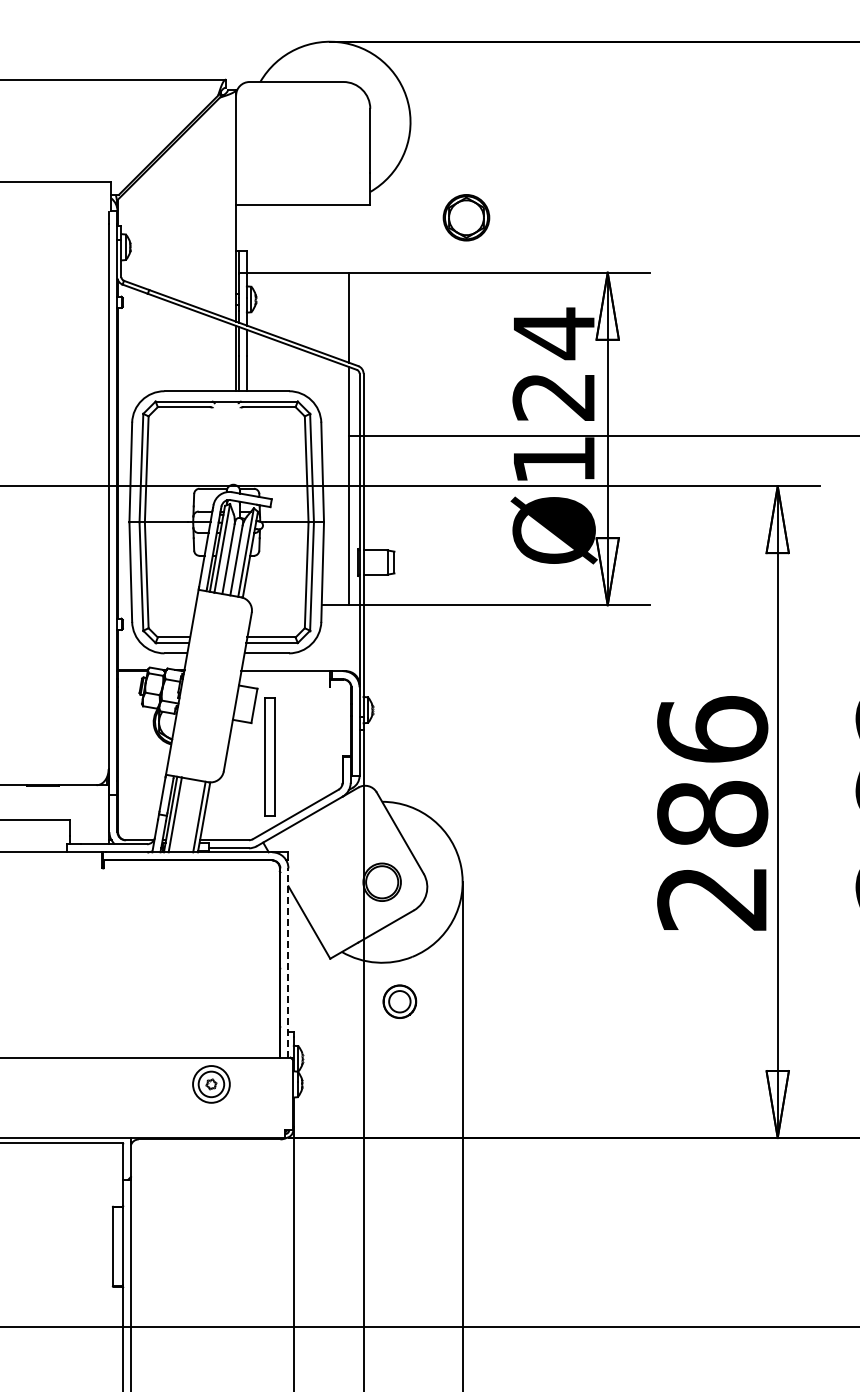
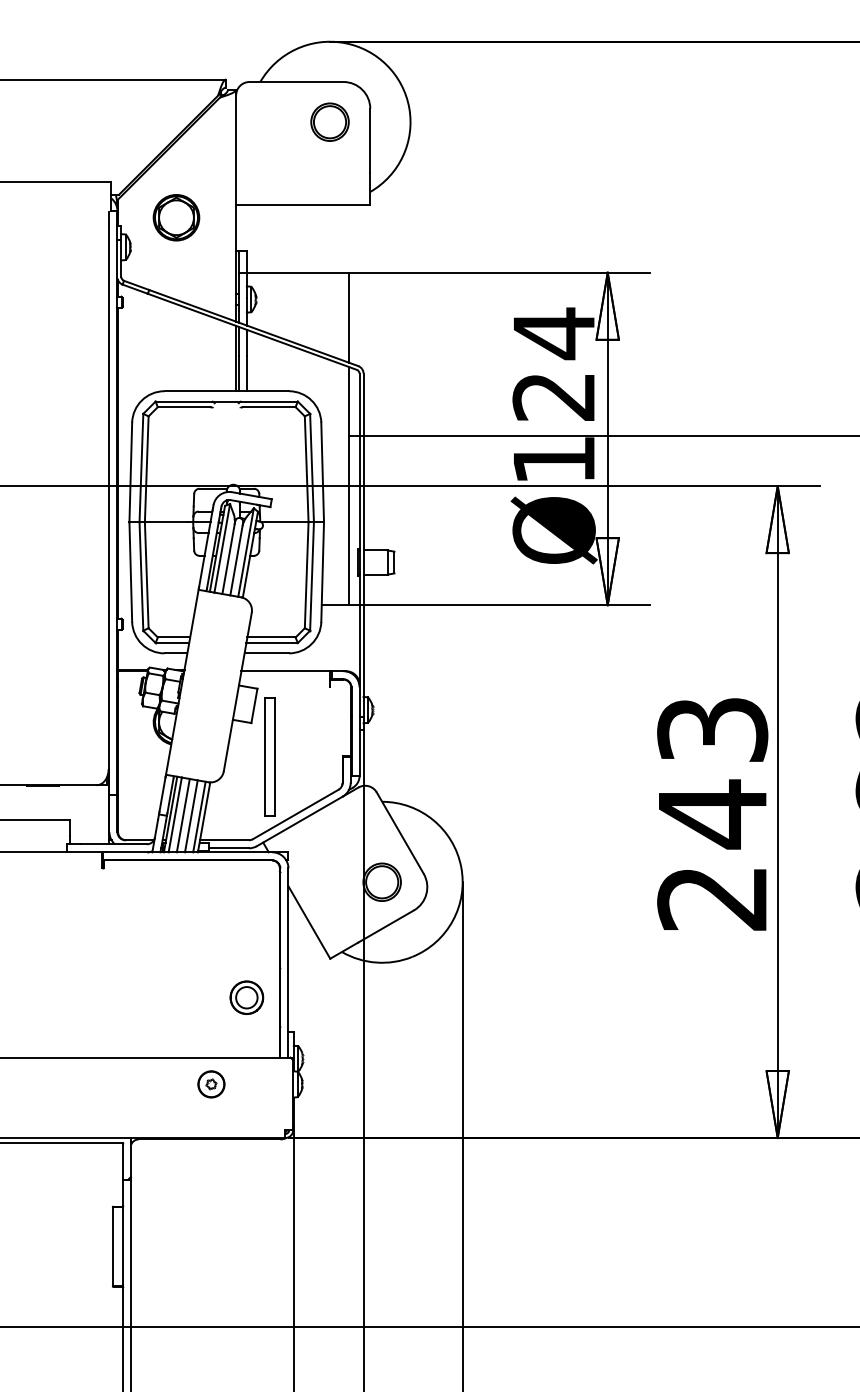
part at (329, 121): none -> present
part at (466, 217) position: (466, 217) -> (176, 217)
text at (712, 772): 286 -> 243
line at (182, 815): none -> present
line at (191, 816): none -> present
line at (288, 963): dashed -> solid
part at (399, 1001) position: (399, 1001) -> (246, 997)
circle at (211, 1084) diameter: 37 px -> 26 px
